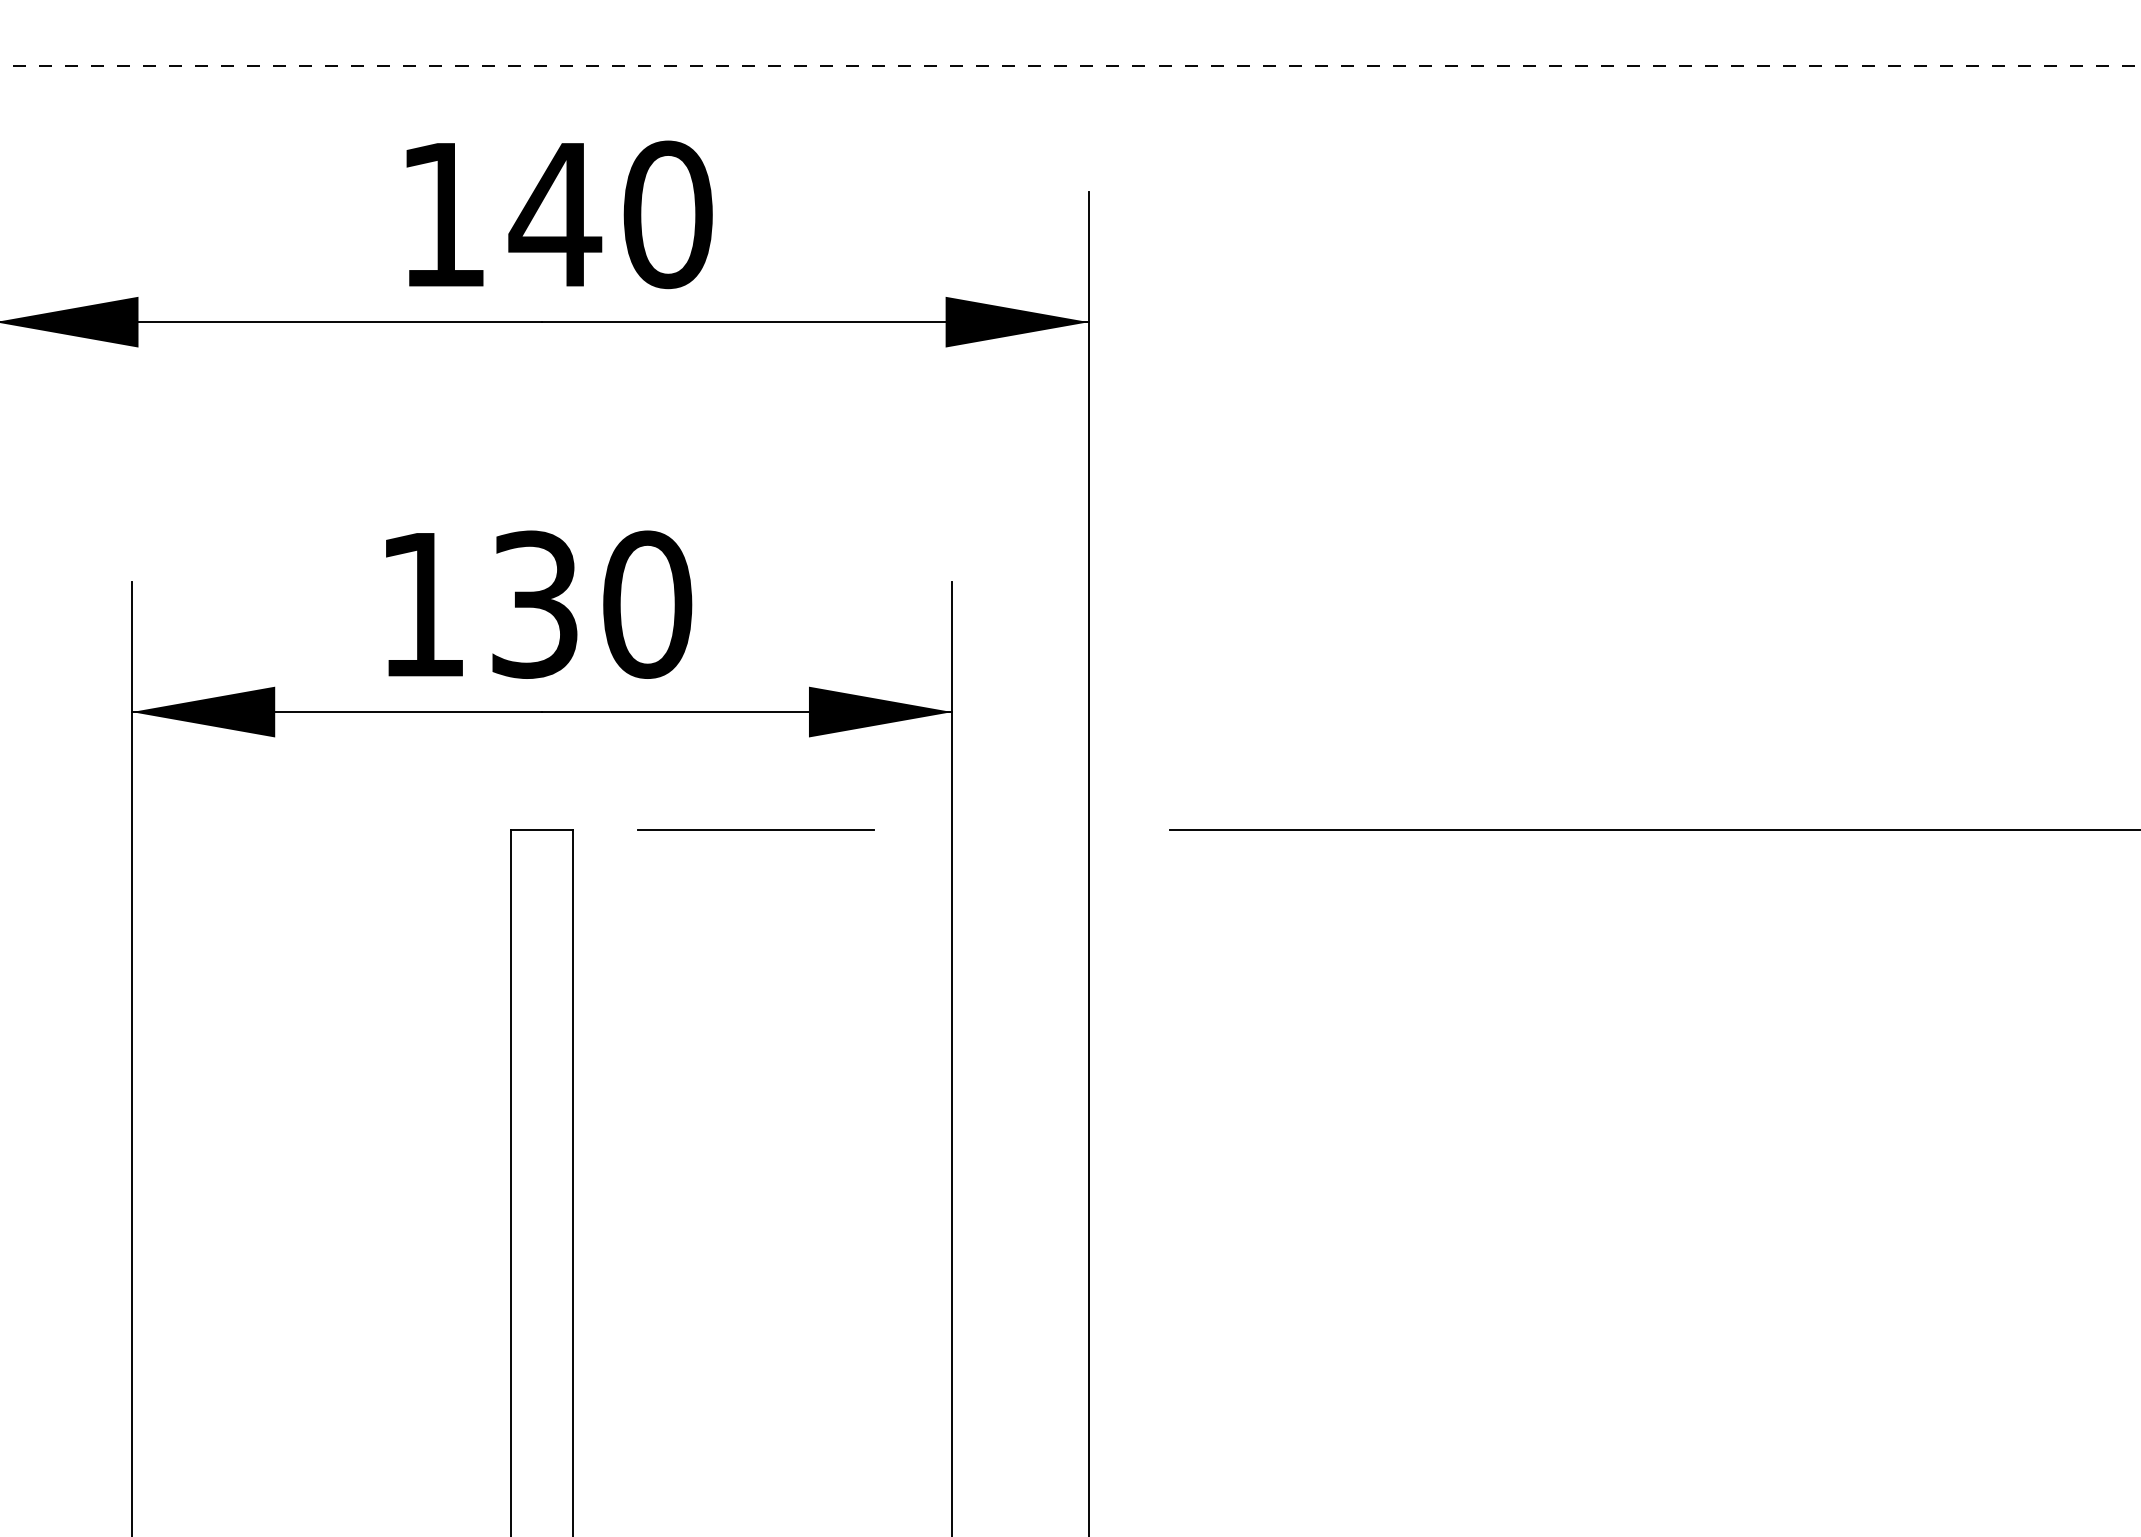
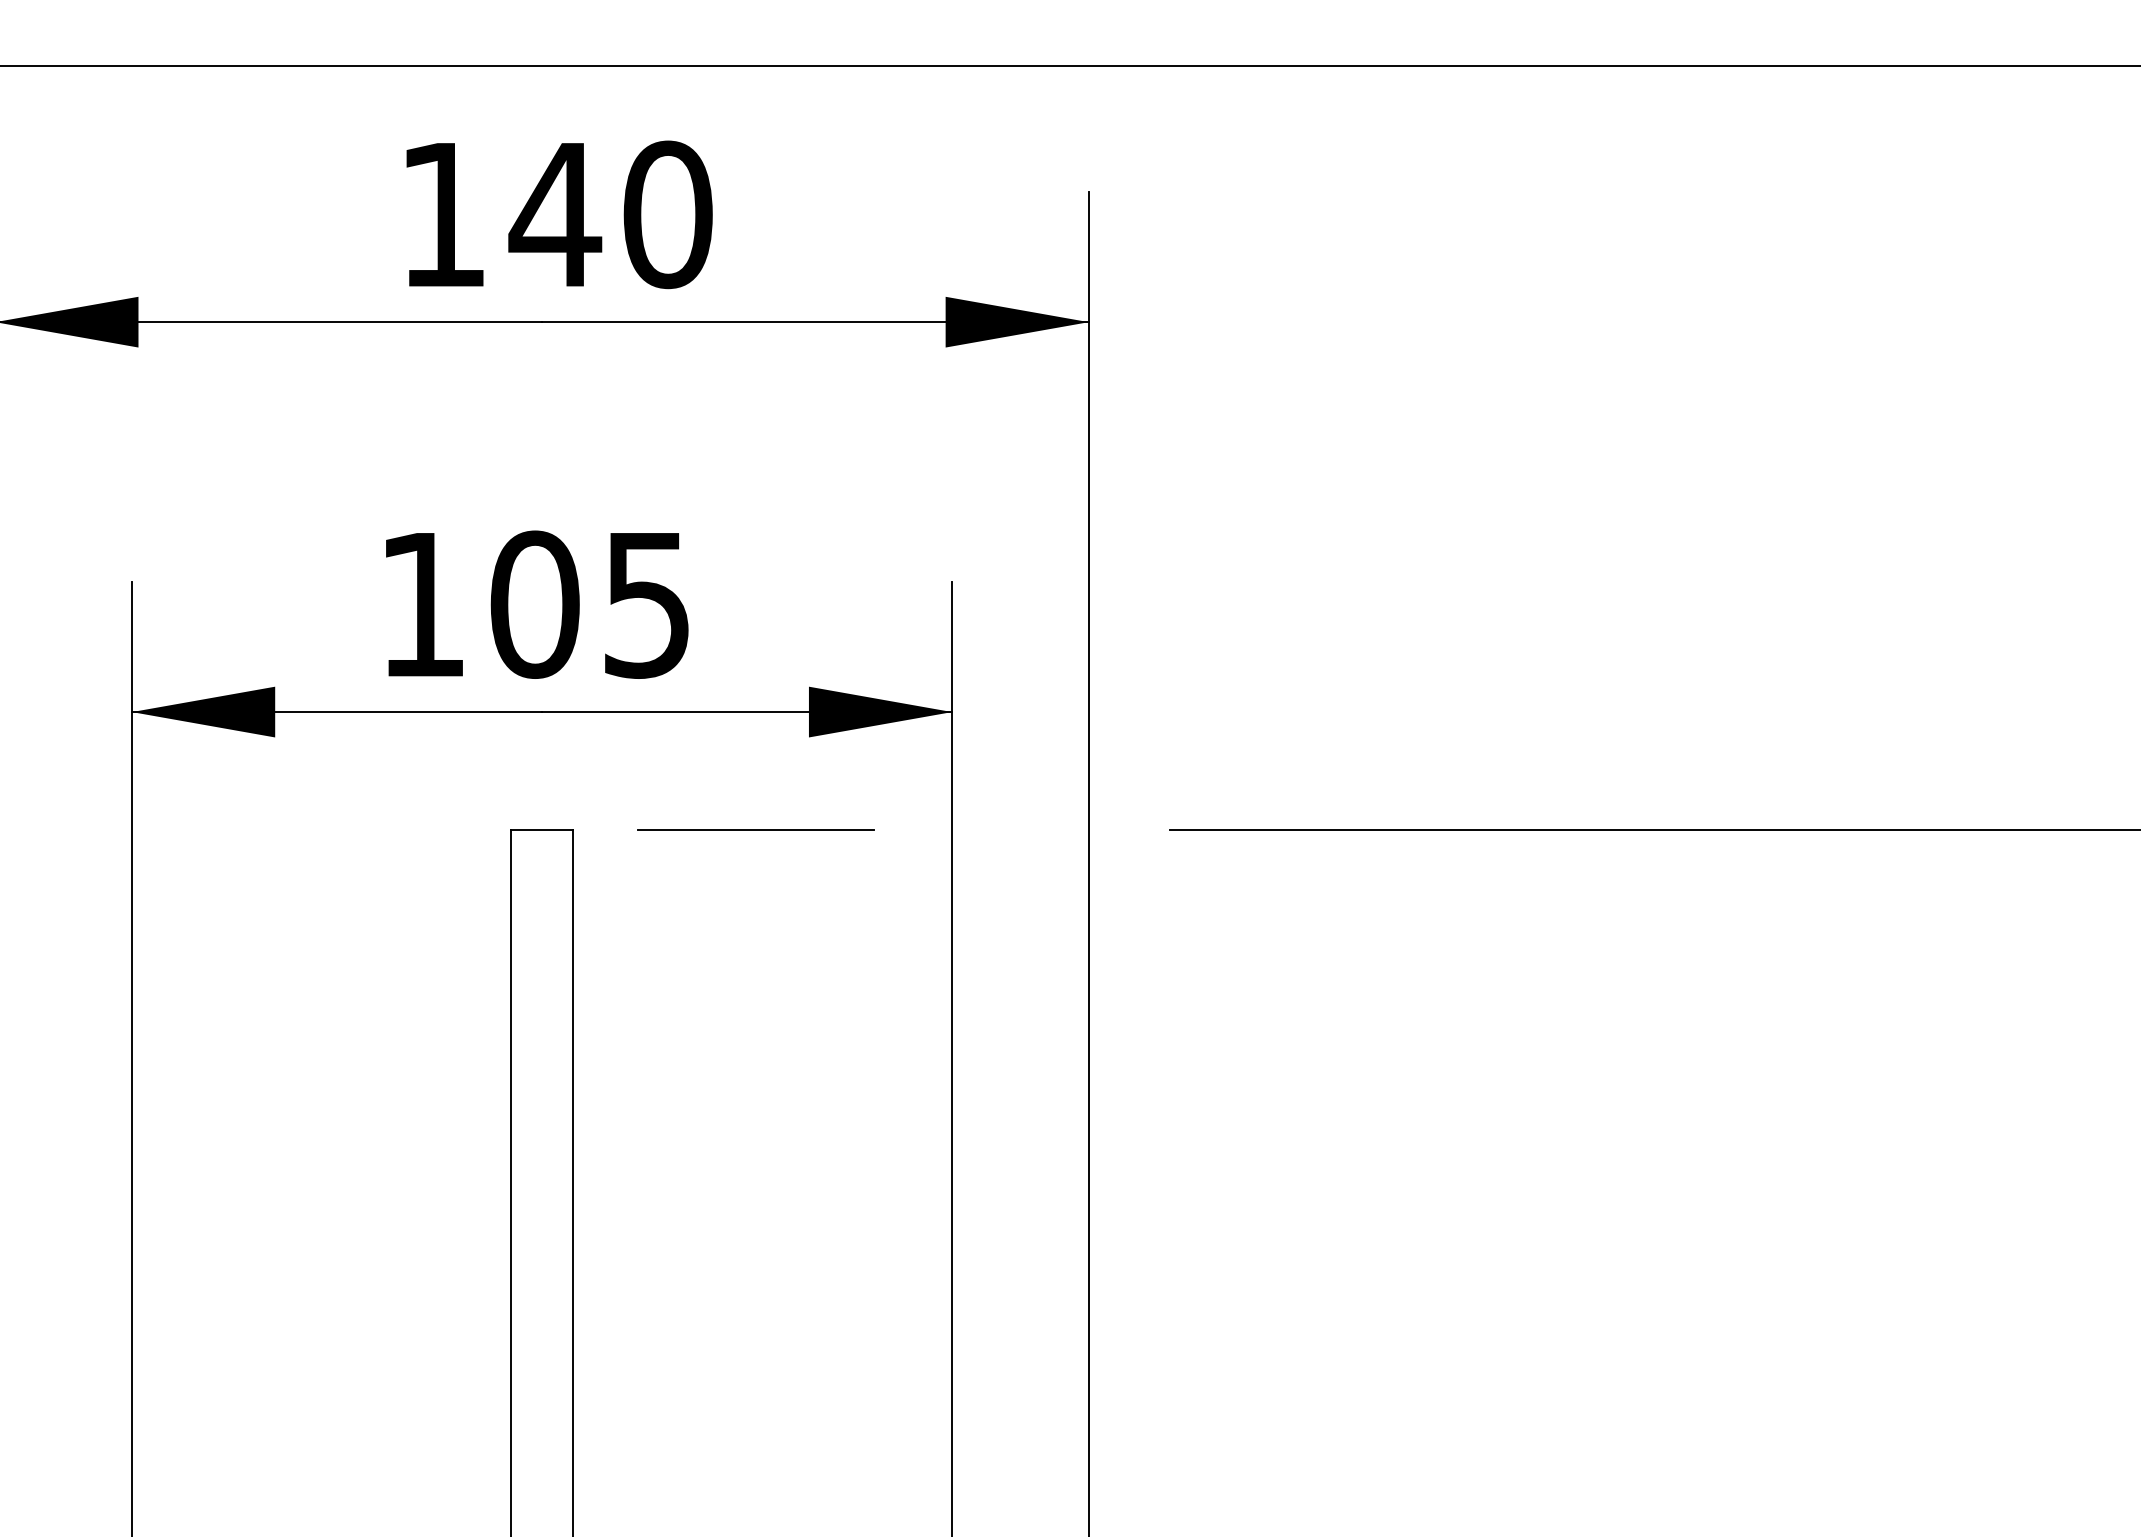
line at (1070, 66): dashed -> solid
text at (591, 604): 130 -> 105
